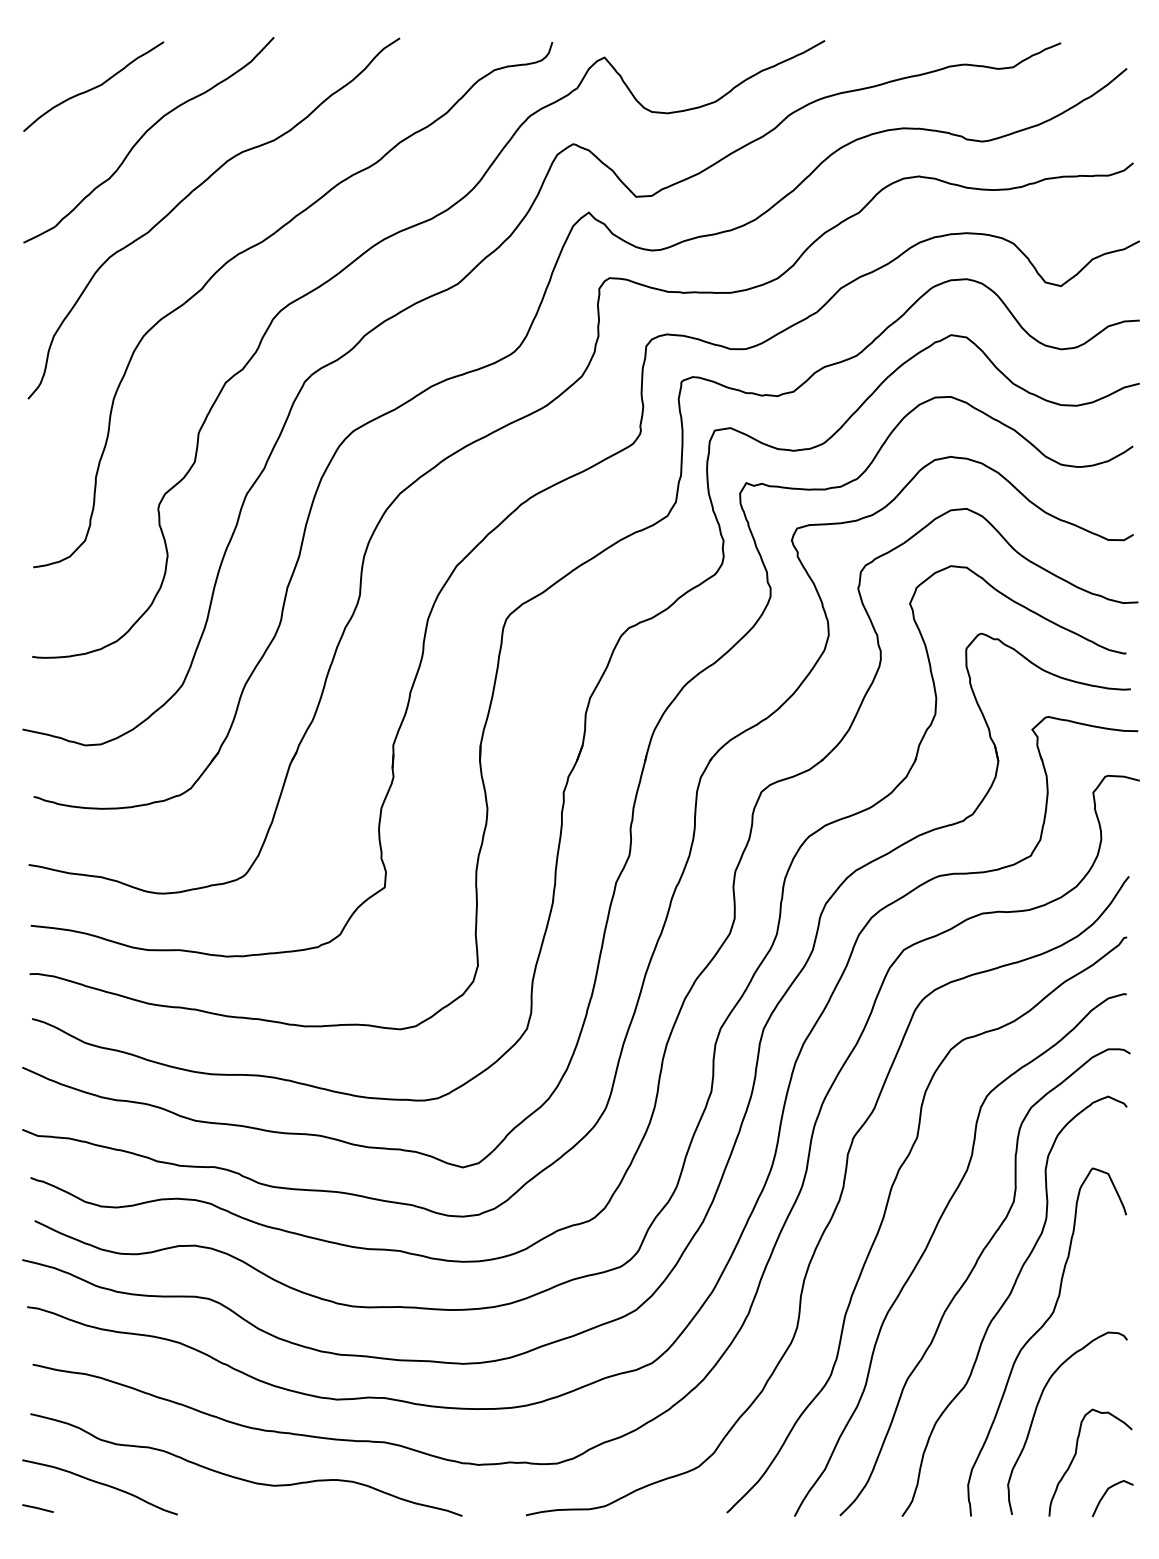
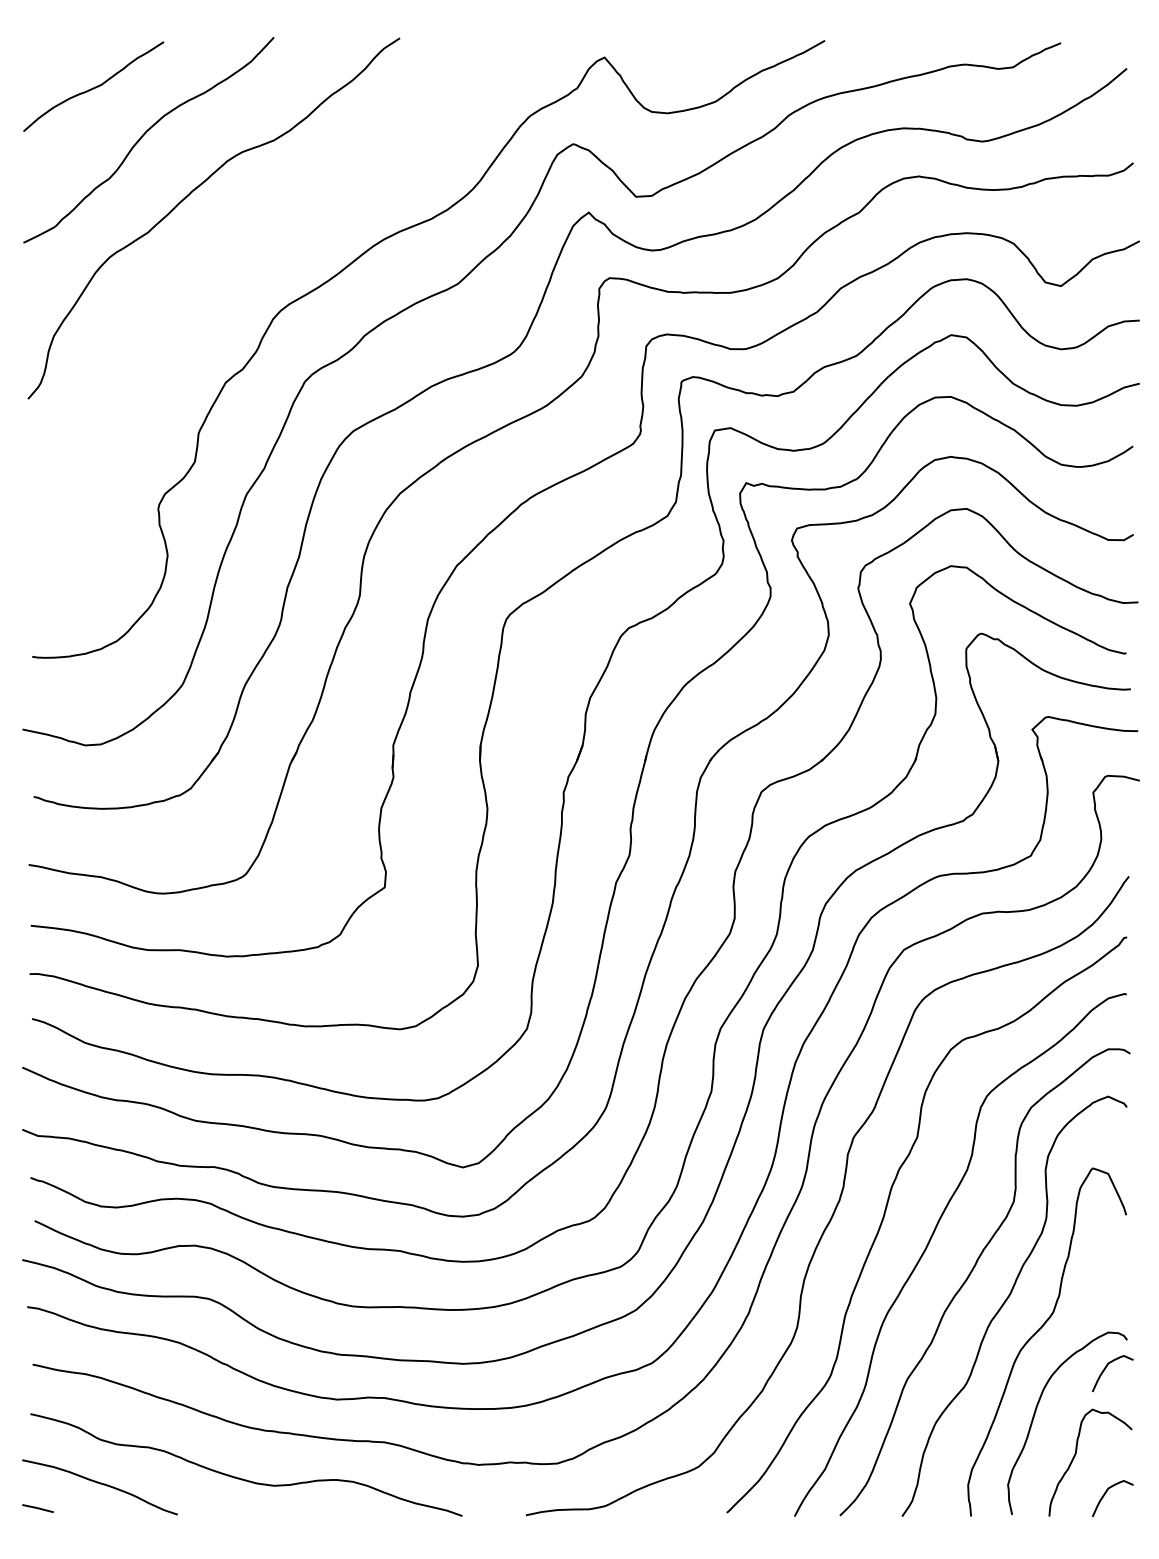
curve at (261, 243): present -> none
curve at (1106, 1368): none -> present
